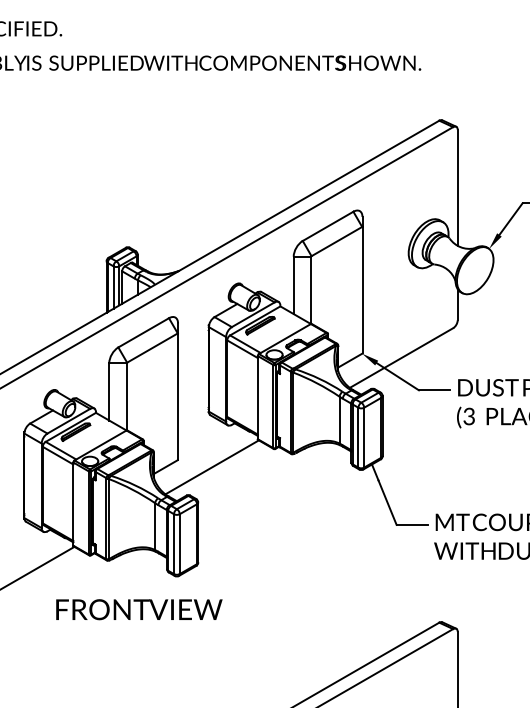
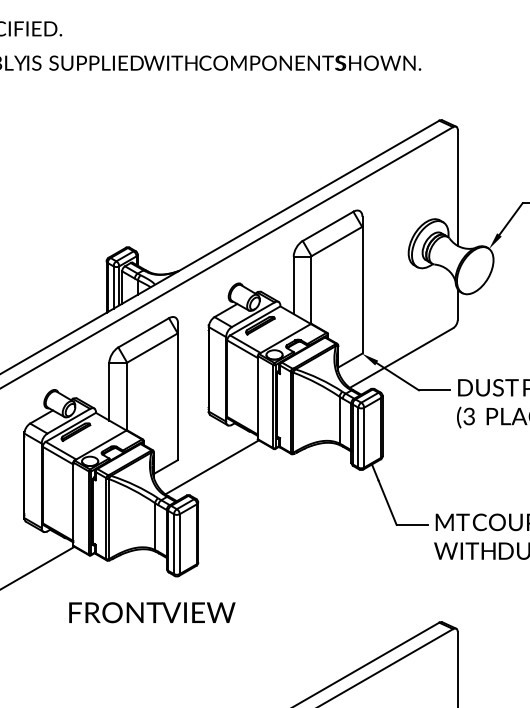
text at (139, 609) position: (139, 609) -> (152, 612)
